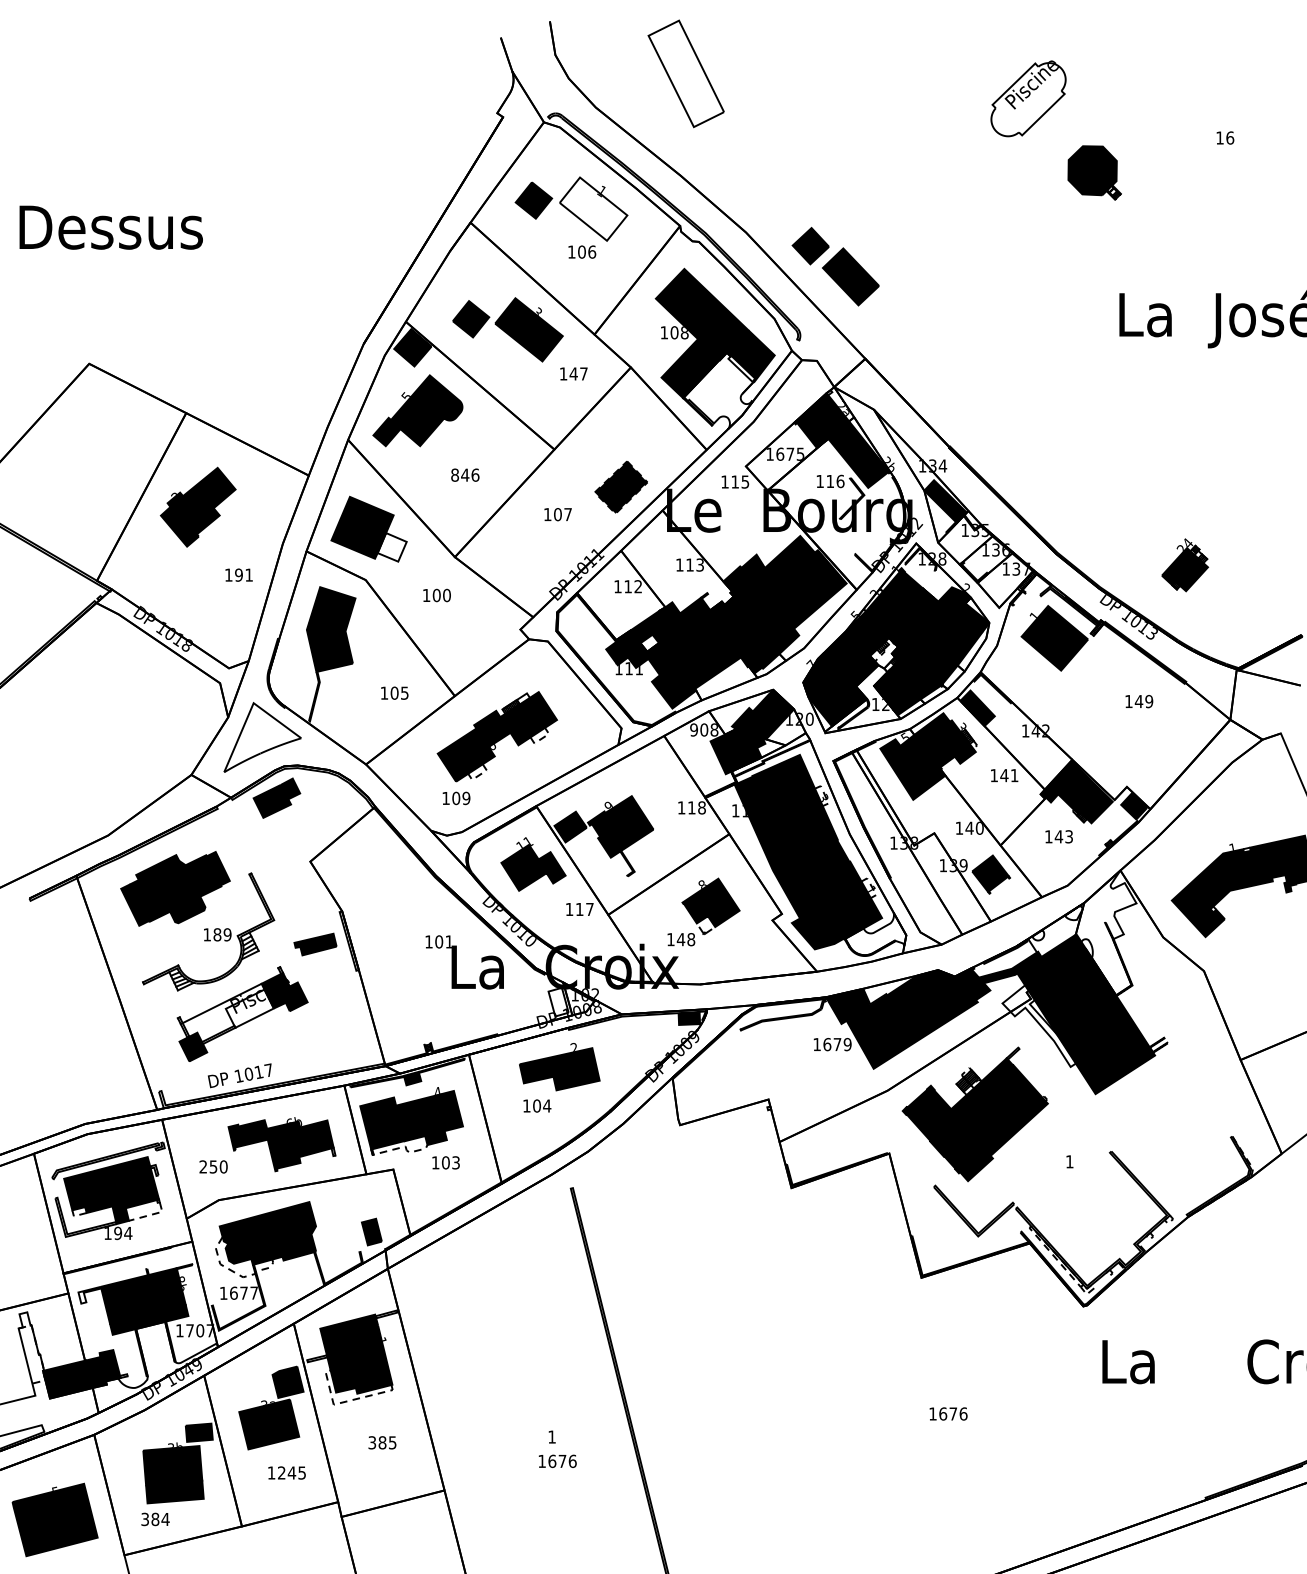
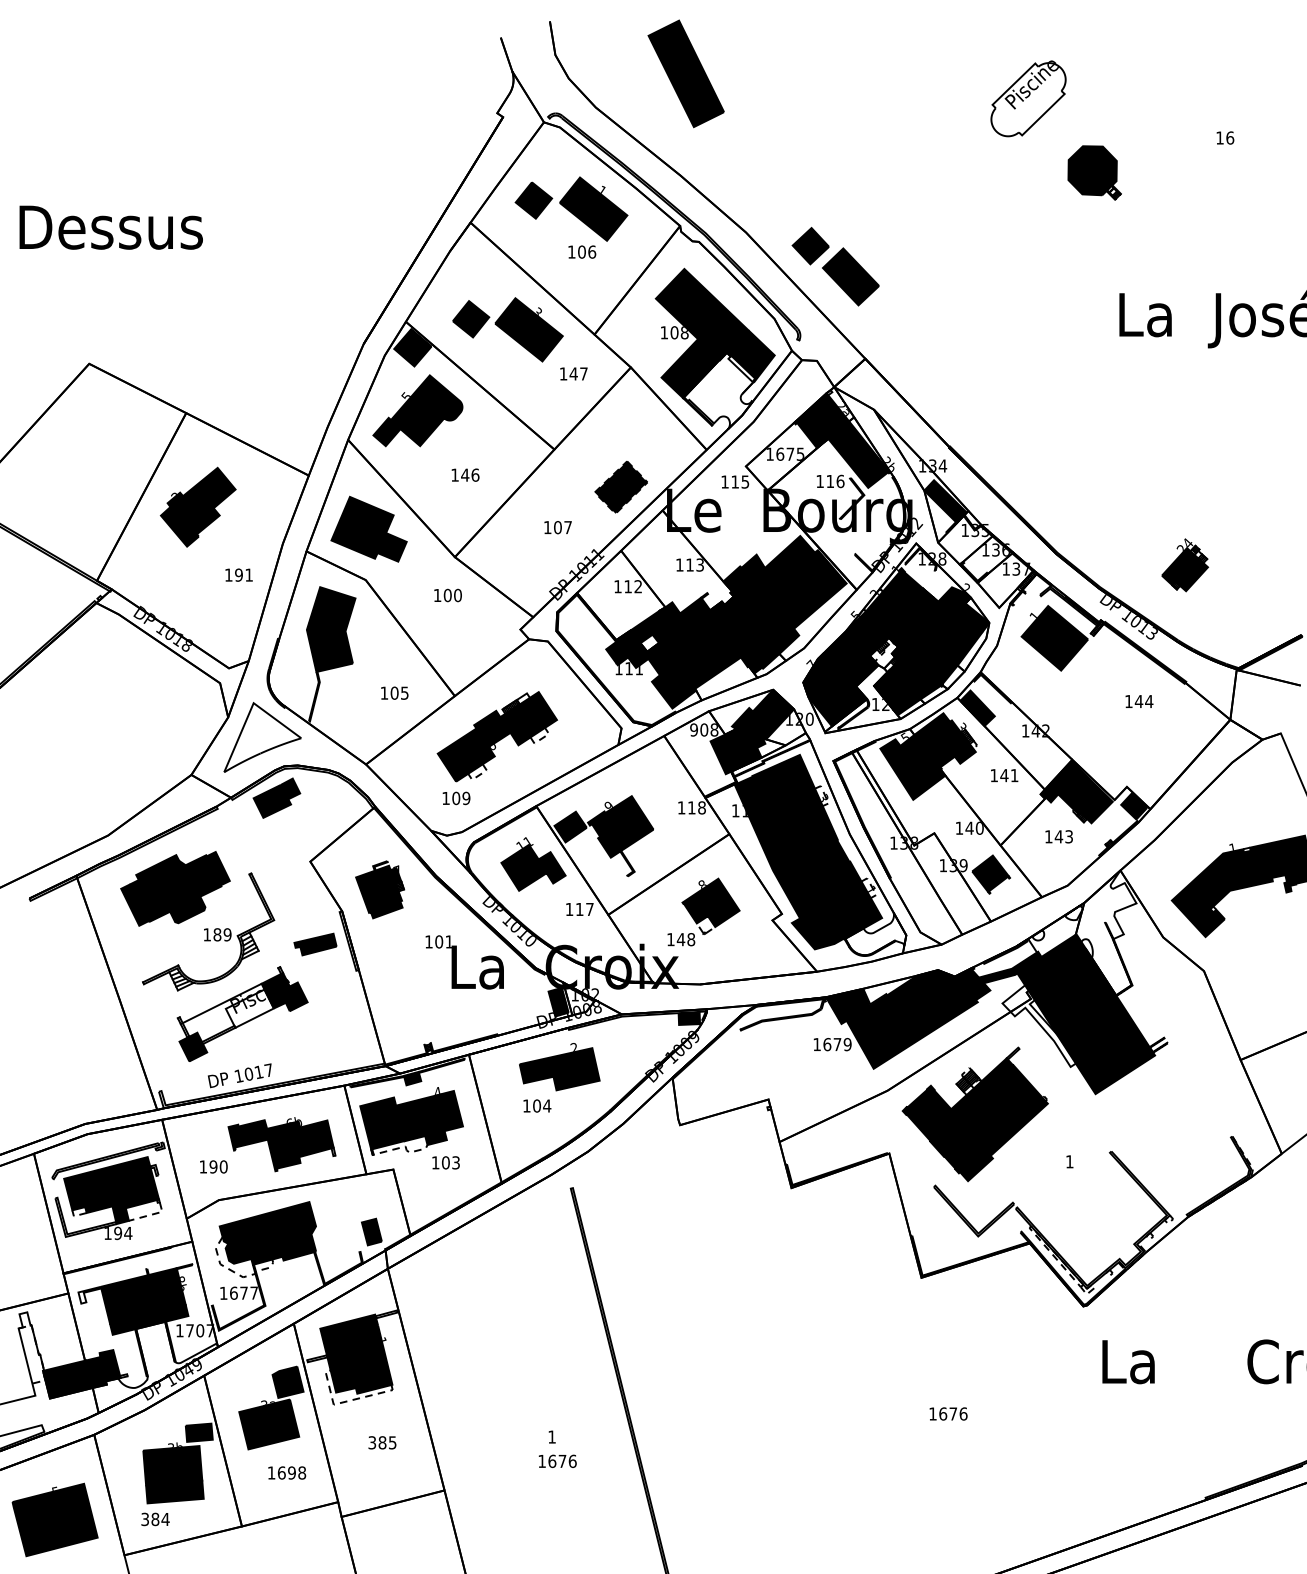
fill at (686, 73): none -> present
fill at (593, 208): none -> present
text at (455, 474): 846 -> 146
text at (557, 514) position: (557, 514) -> (557, 527)
fill at (391, 547): none -> present
text at (436, 595) position: (436, 595) -> (447, 595)
text at (1149, 701): 149 -> 144
part at (380, 889): none -> present
fill at (558, 1001): none -> present
text at (208, 1166): 250 -> 190
text at (291, 1472): 1245 -> 1698
